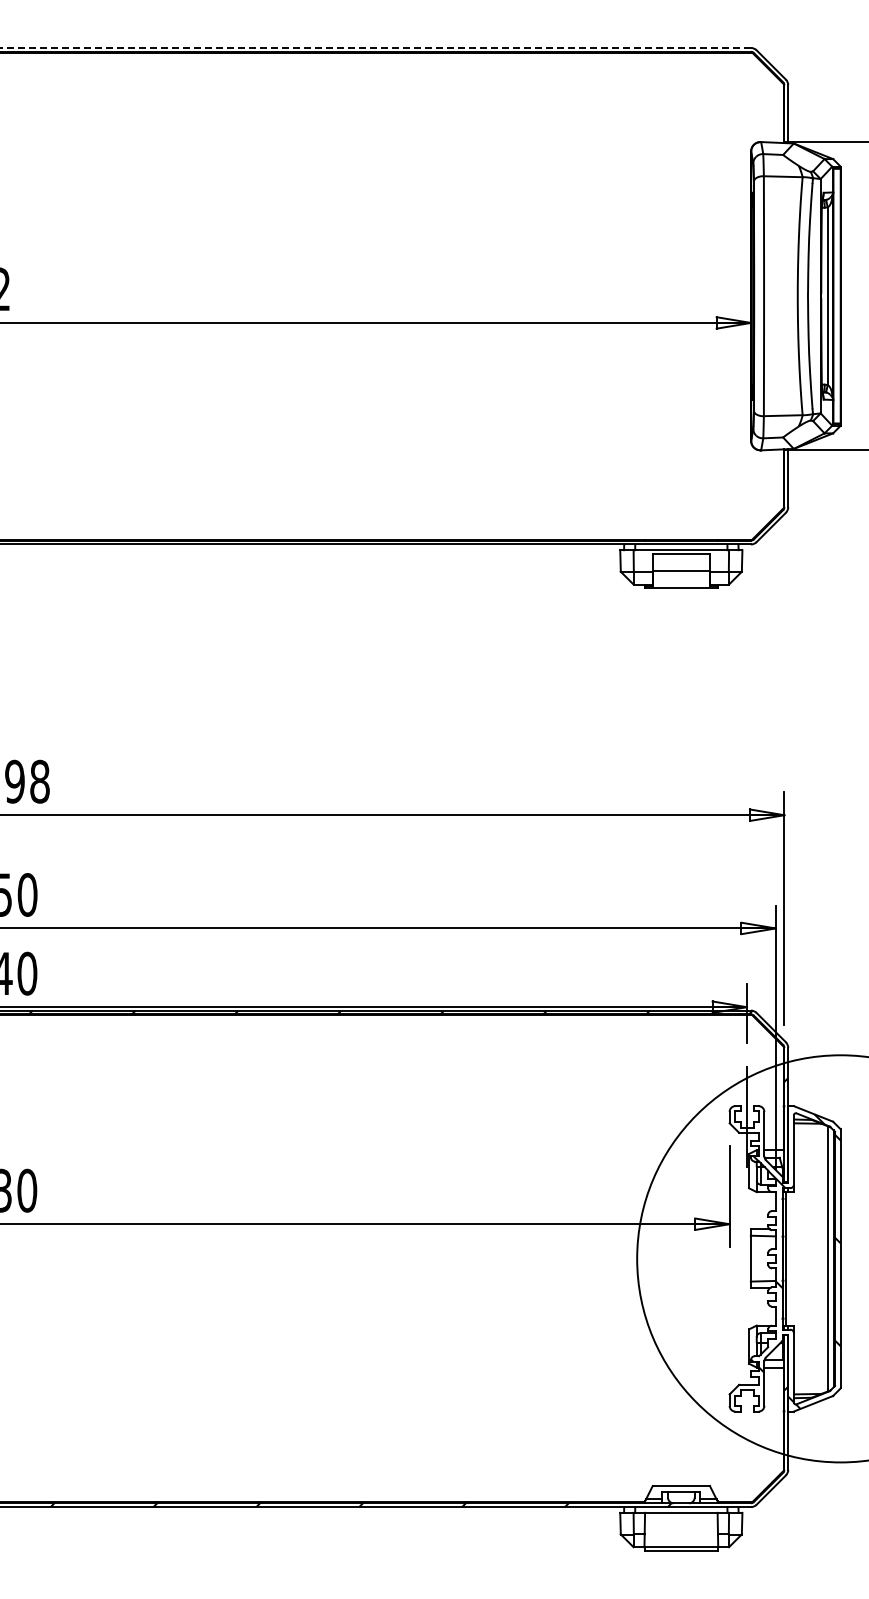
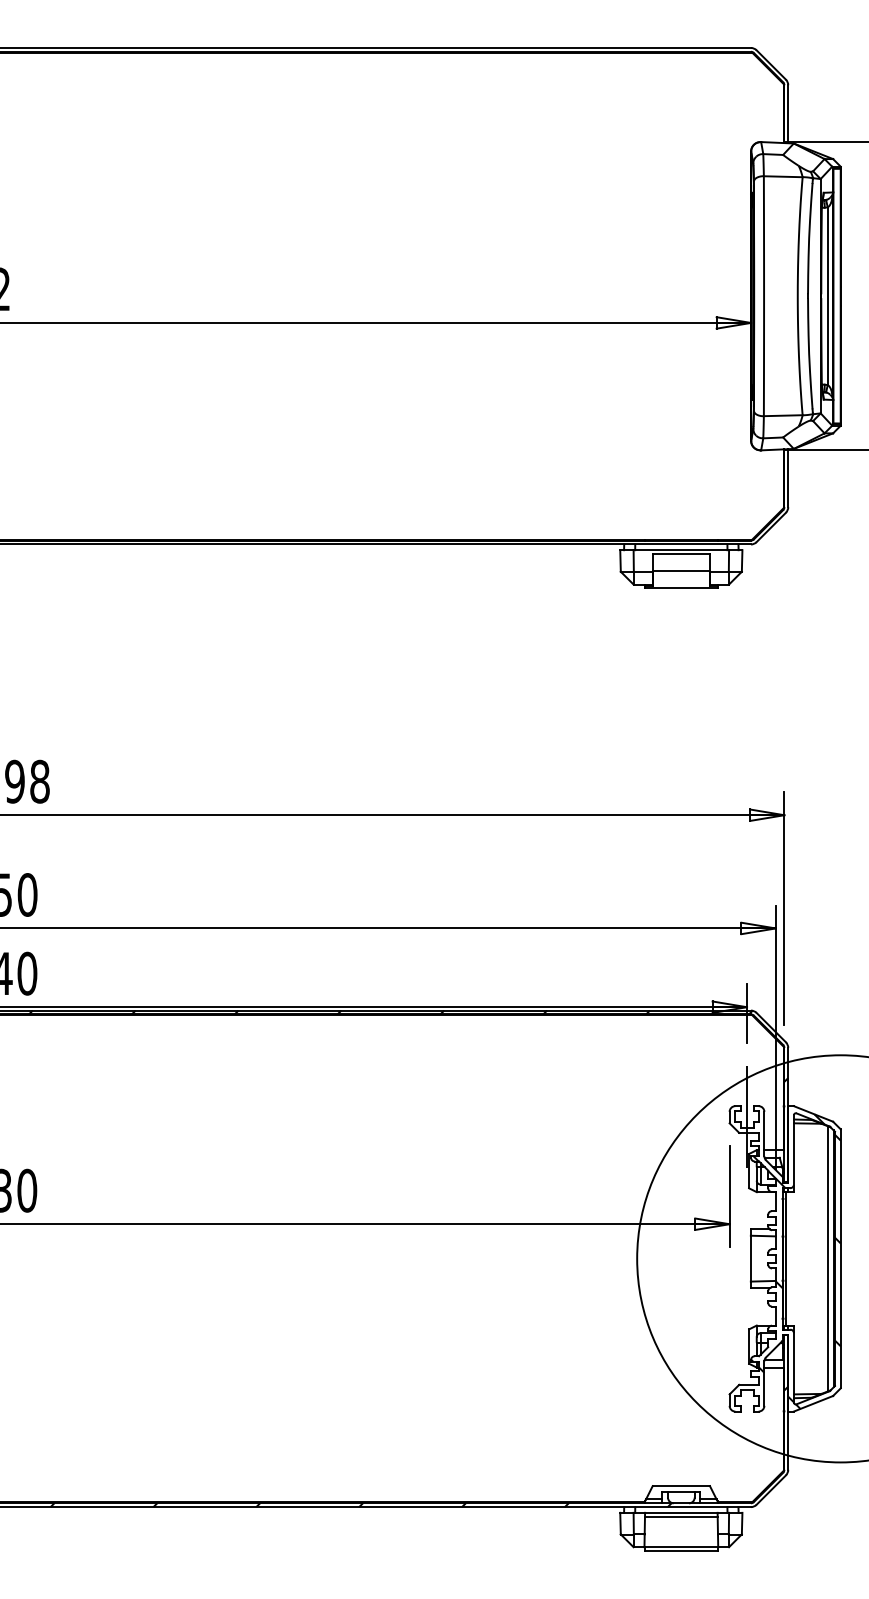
line at (375, 47): dashed -> solid
line at (680, 1517): none -> present
